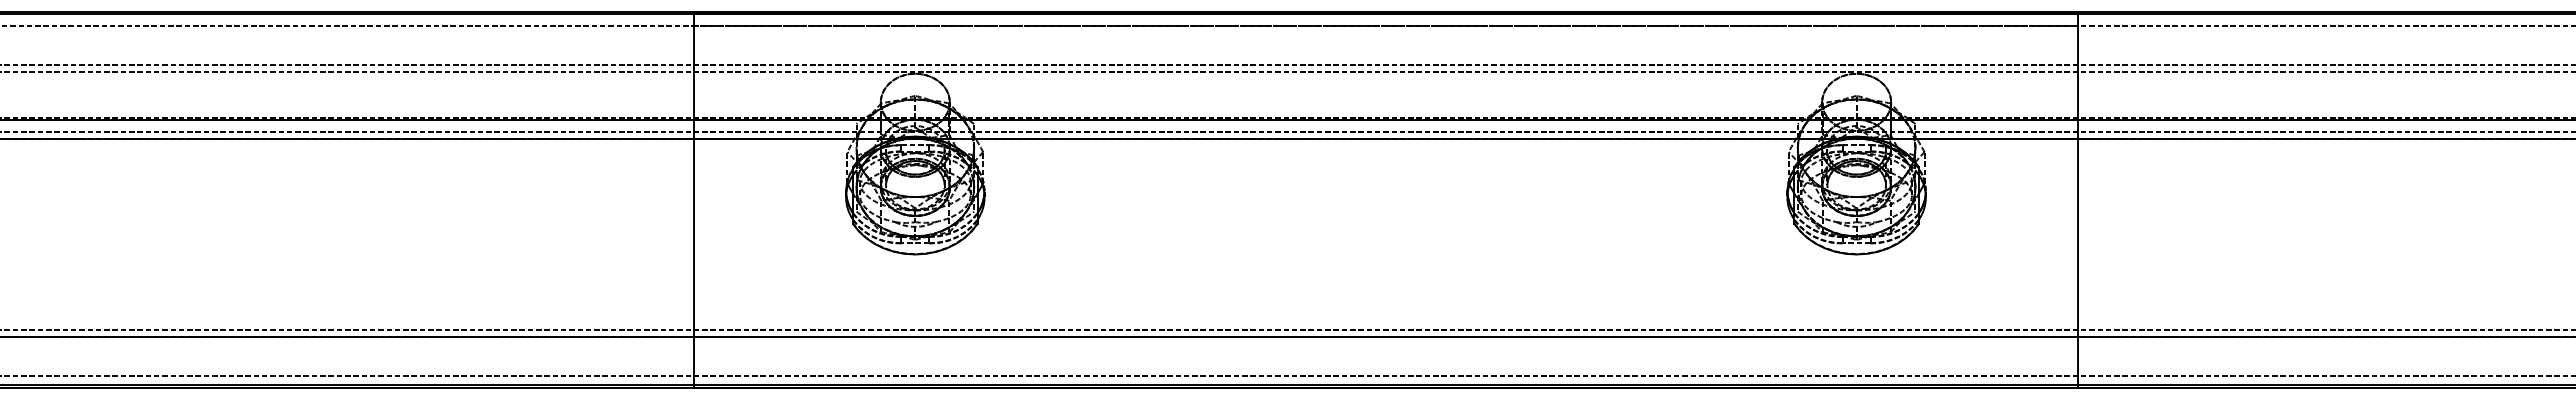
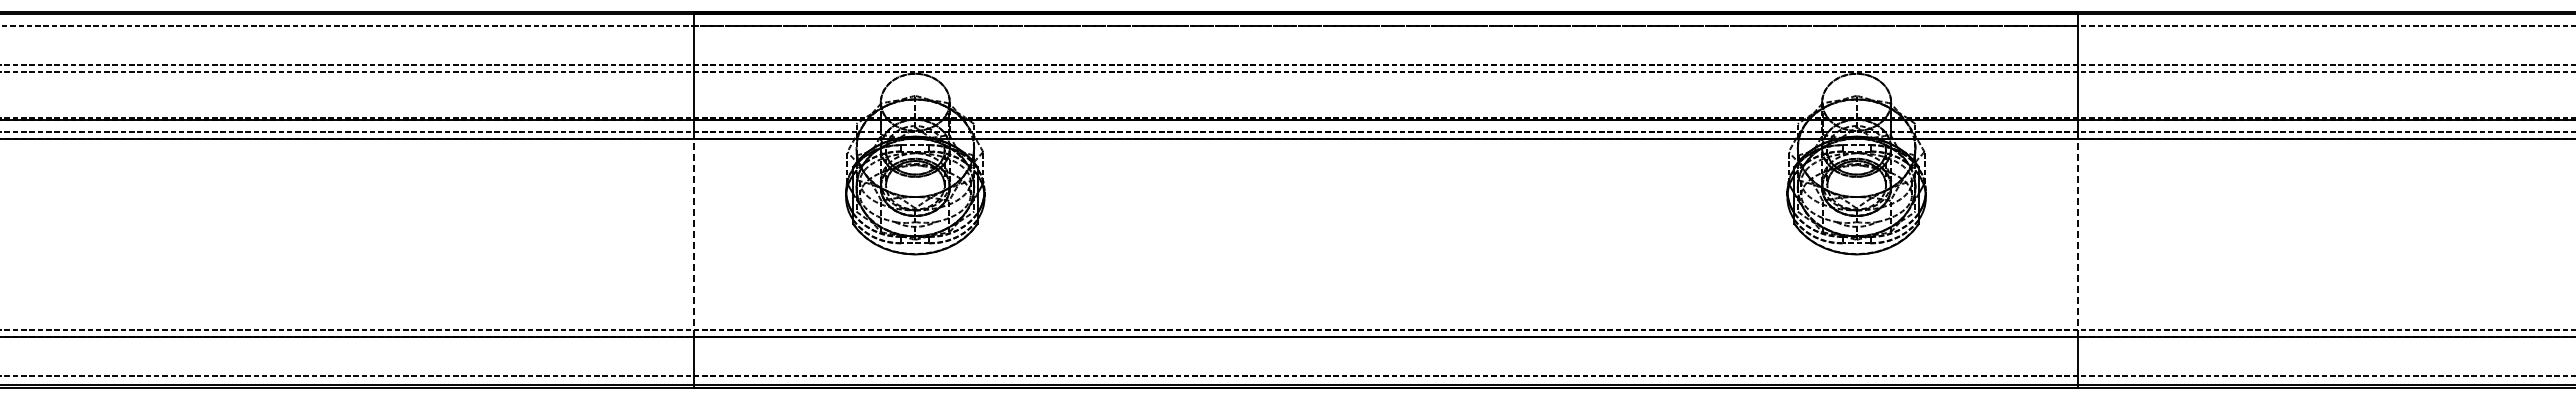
line at (693, 237): solid -> dashed
line at (2078, 237): solid -> dashed
